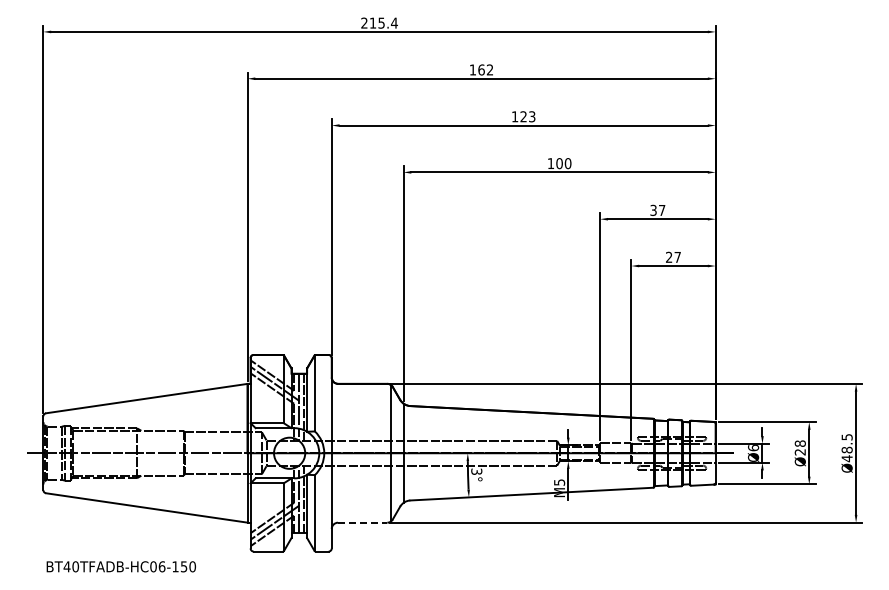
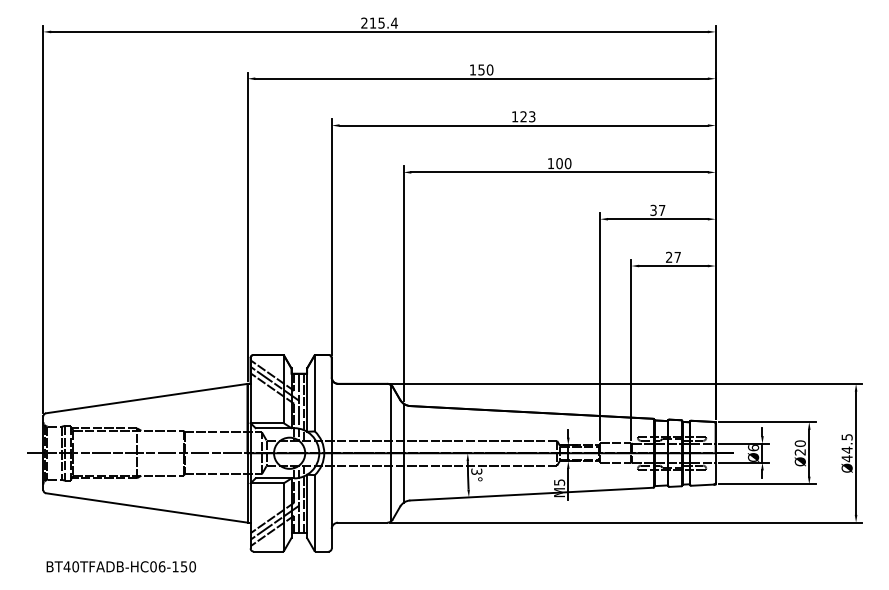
text at (485, 69): 162 -> 150
text at (800, 443): Ø28 -> Ø20
text at (846, 449): Ø48.5 -> Ø44.5
line at (362, 522): dashed -> solid
